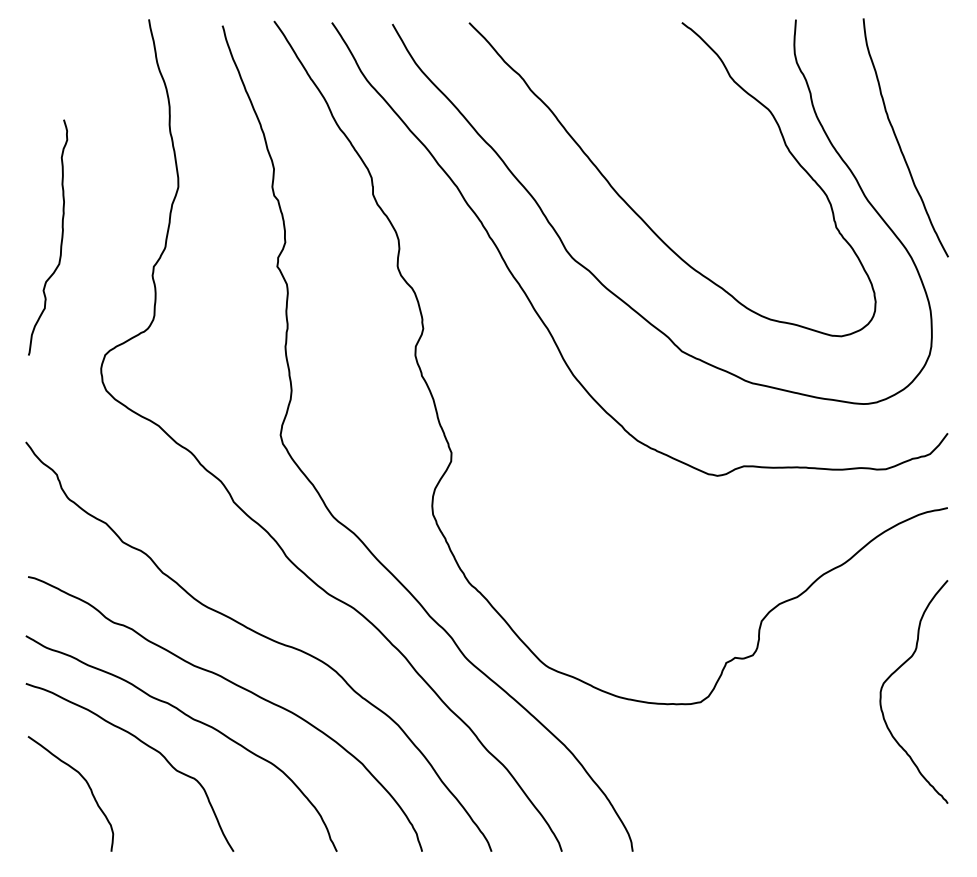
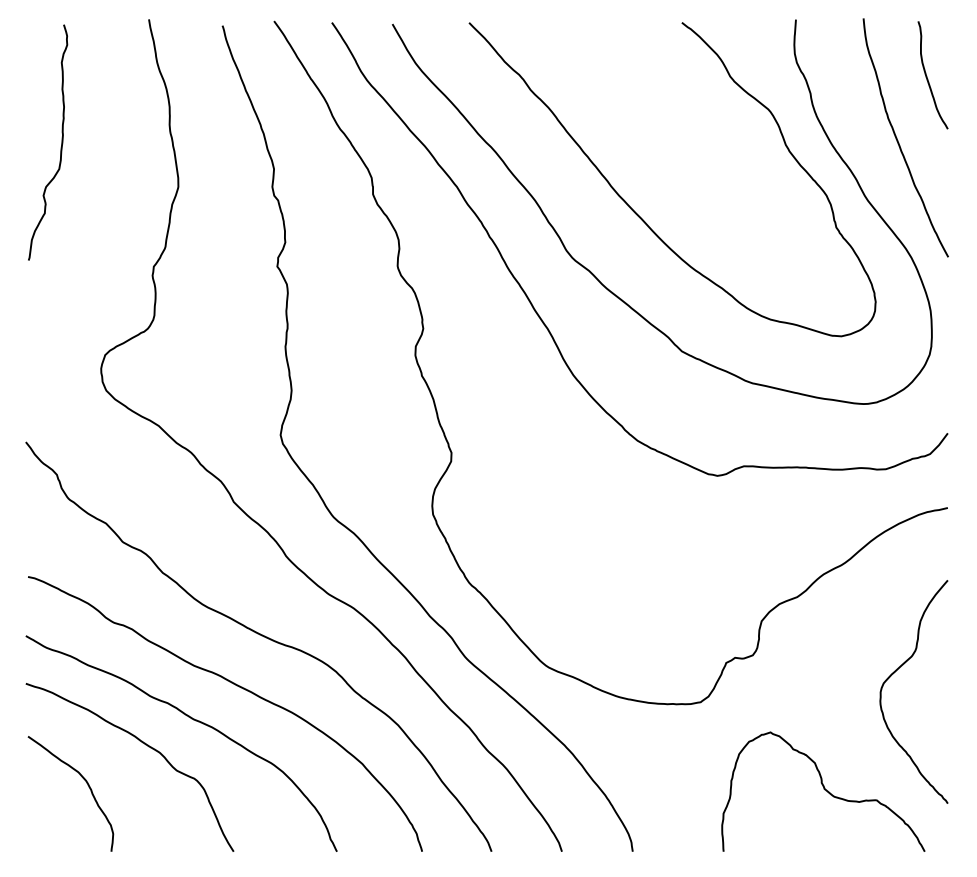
curve at (927, 76): none -> present
curve at (61, 237) position: (61, 237) -> (61, 142)
curve at (824, 790): none -> present
